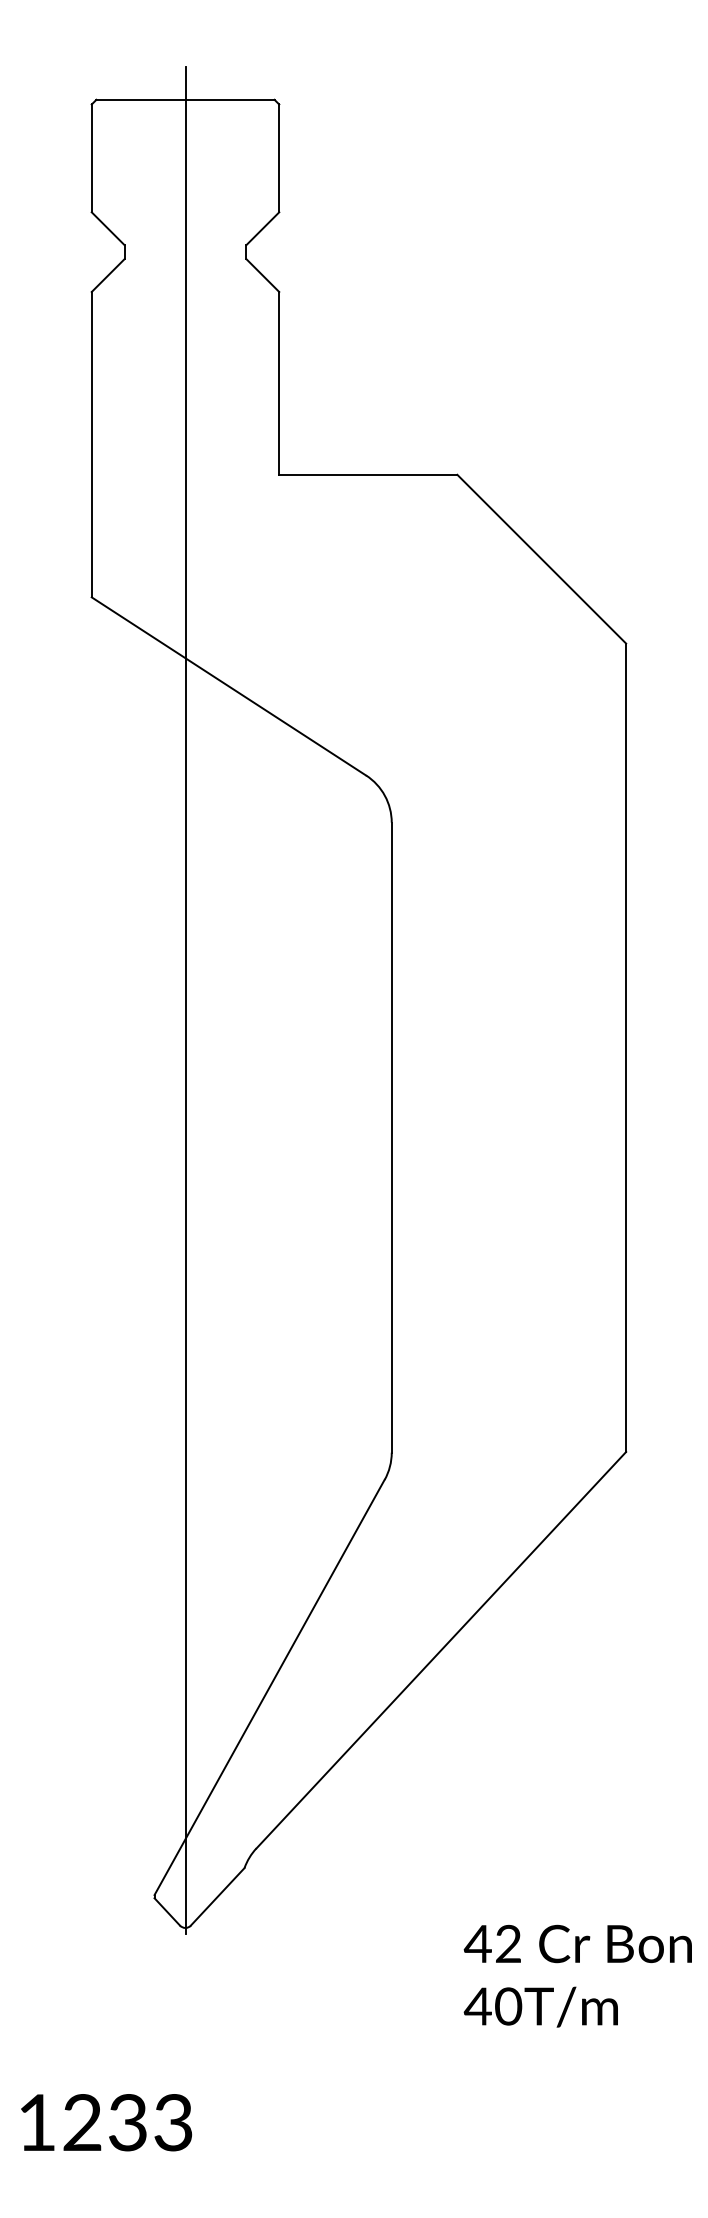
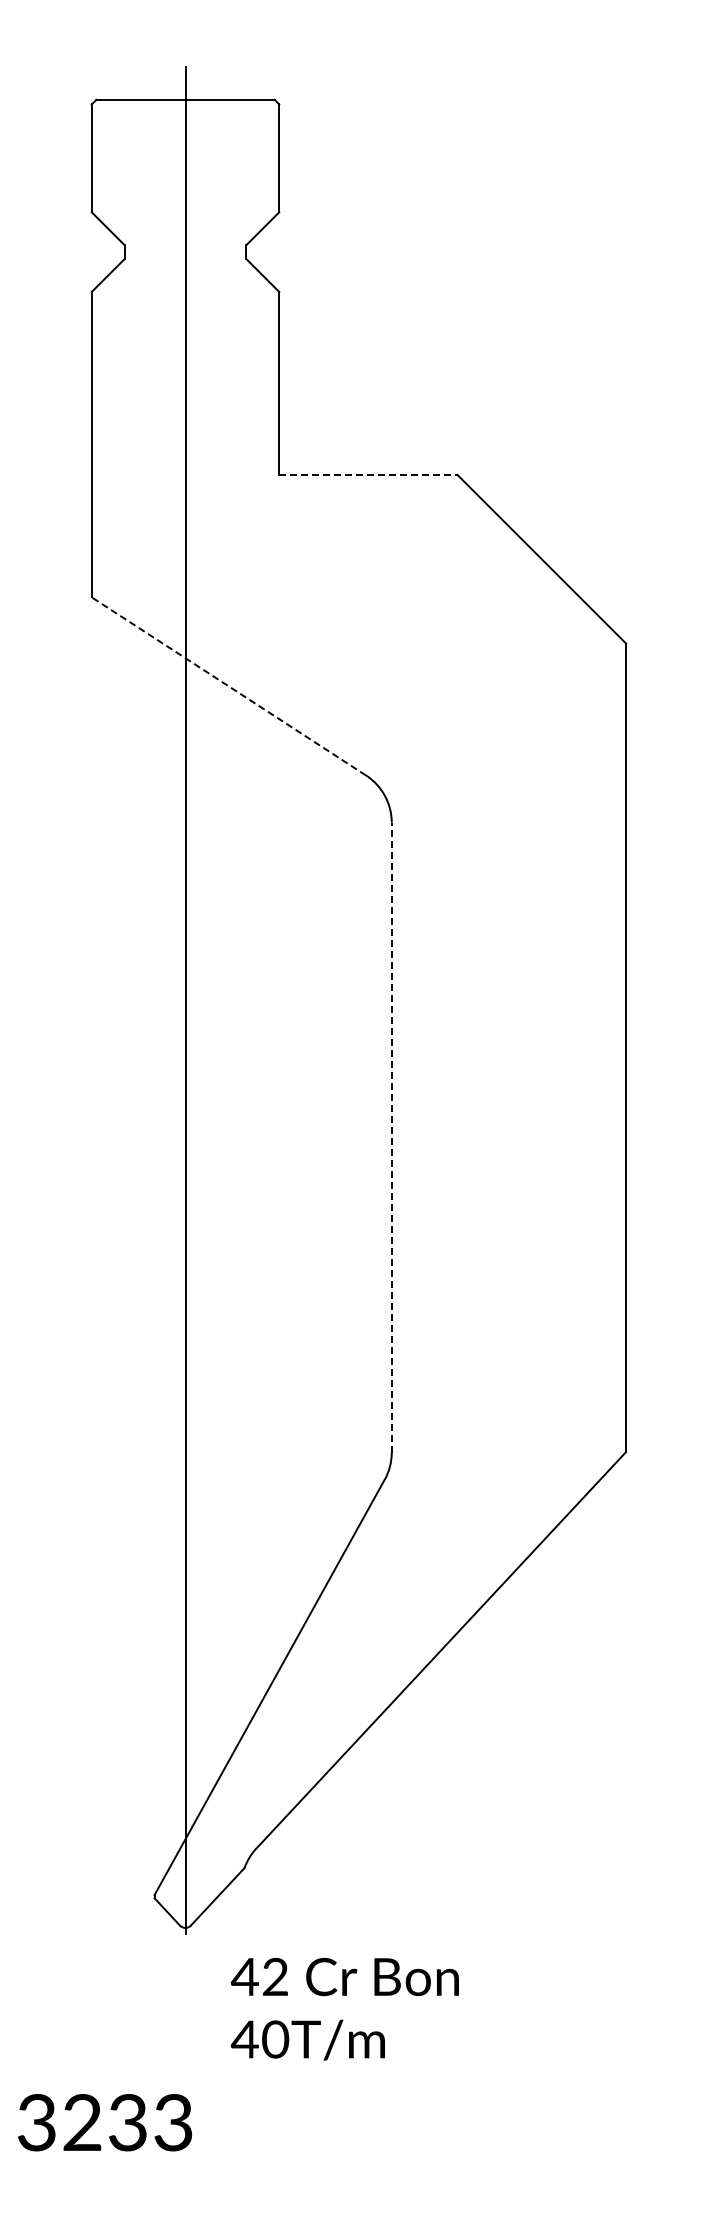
line at (368, 474): solid -> dashed
line at (228, 686): solid -> dashed
line at (391, 1137): solid -> dashed
text at (577, 1975) position: (577, 1975) -> (344, 2008)
text at (36, 2122): 1233 -> 3233
